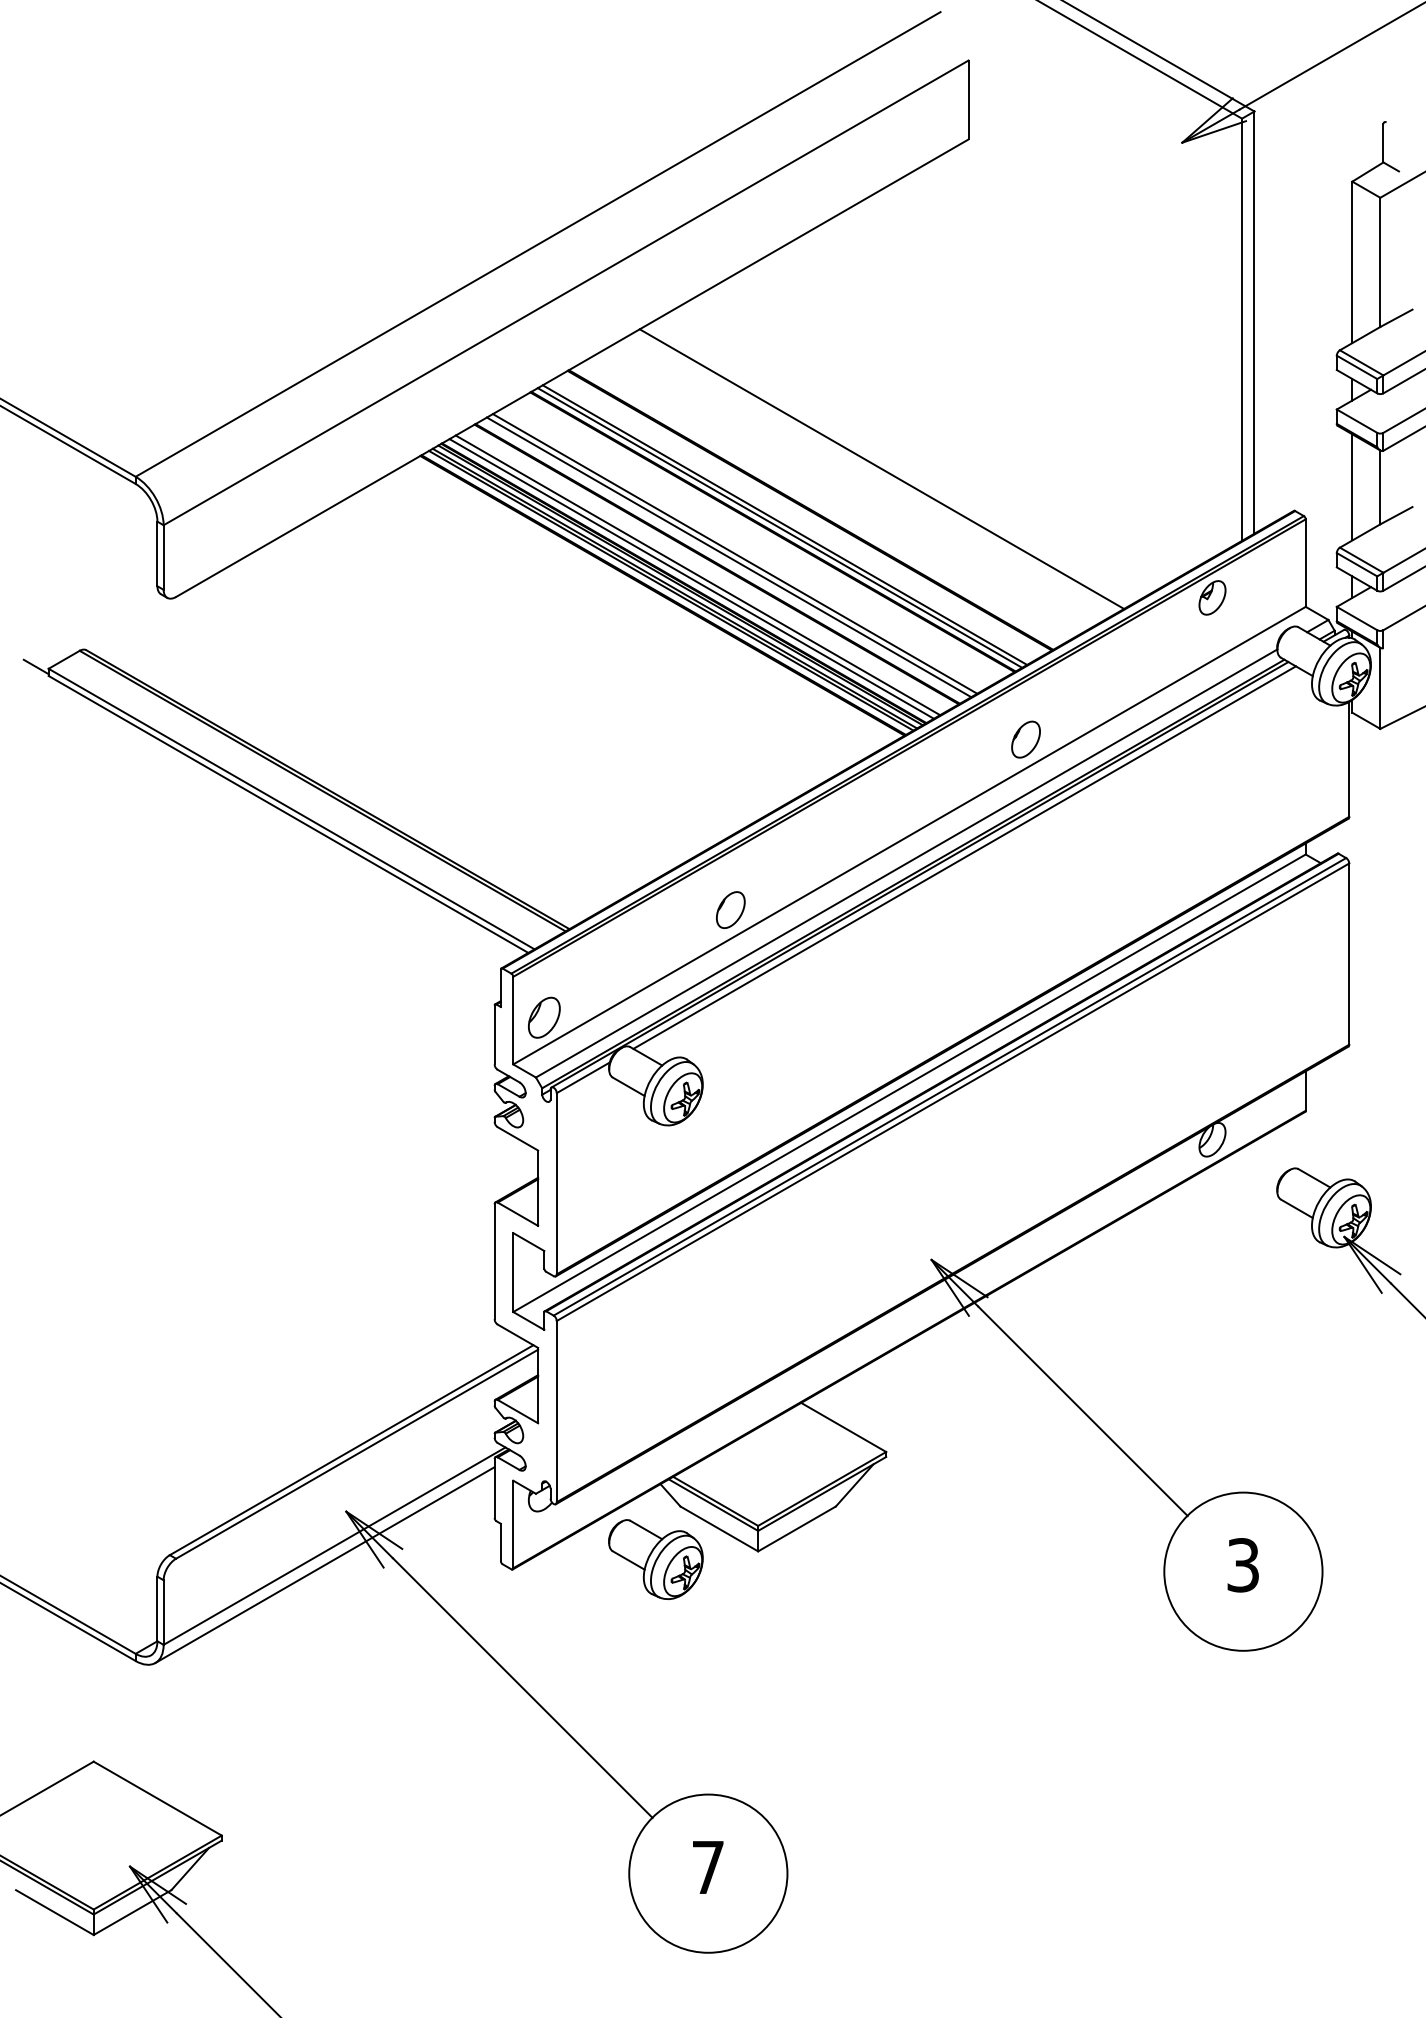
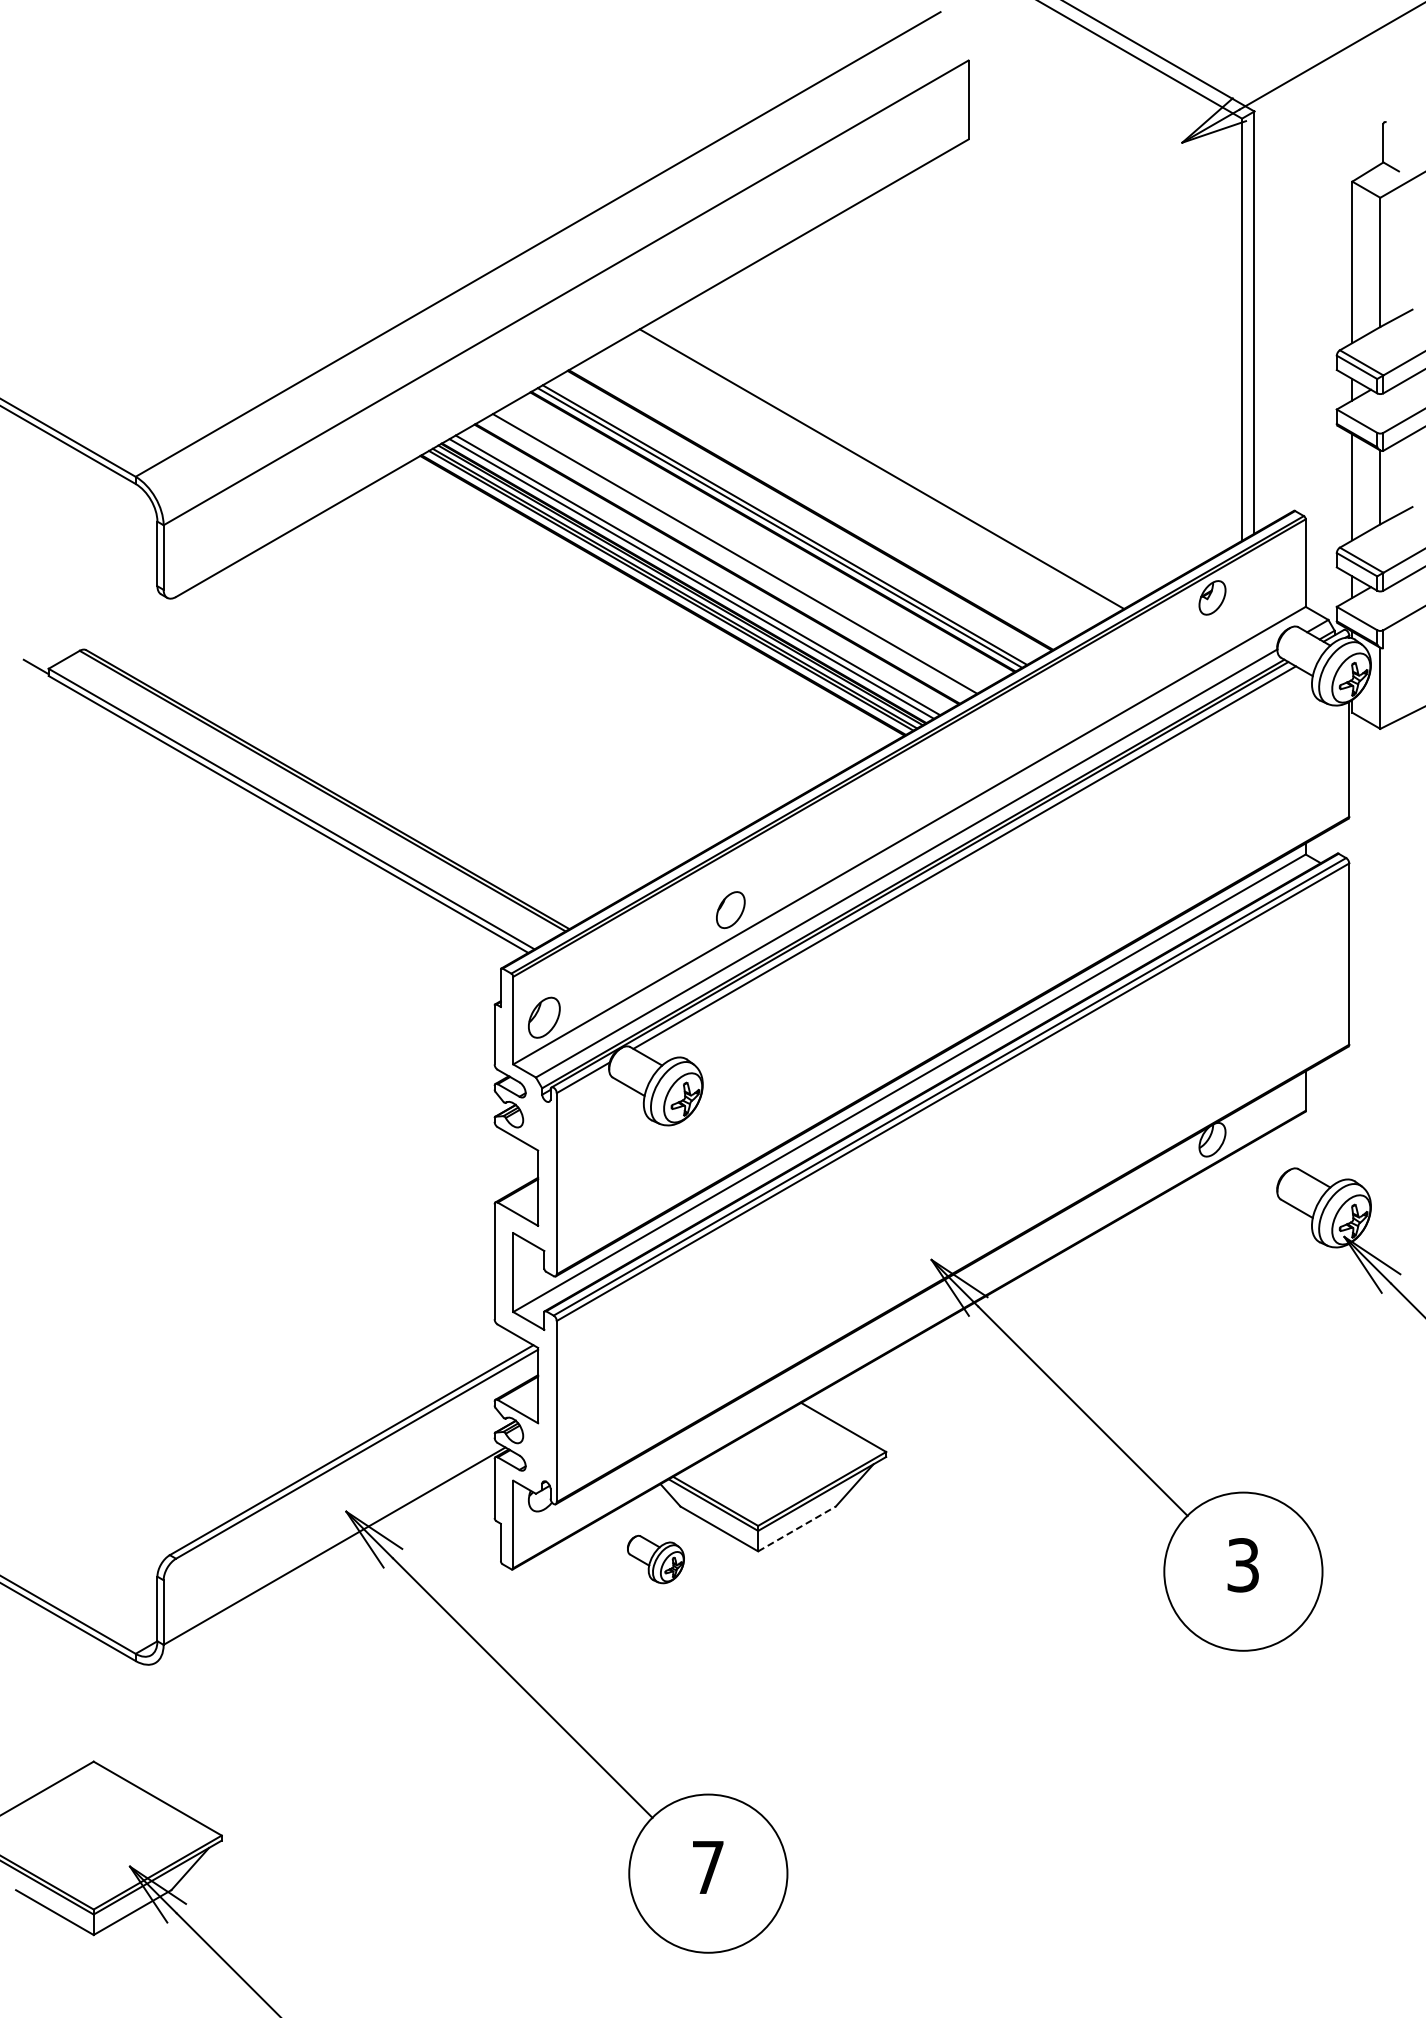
line at (728, 557): present -> none
part at (1025, 739): present -> none
line at (797, 1528): solid -> dashed
part at (655, 1559) size: 96x81 px -> 58x51 px
line at (324, 1564): present -> none
